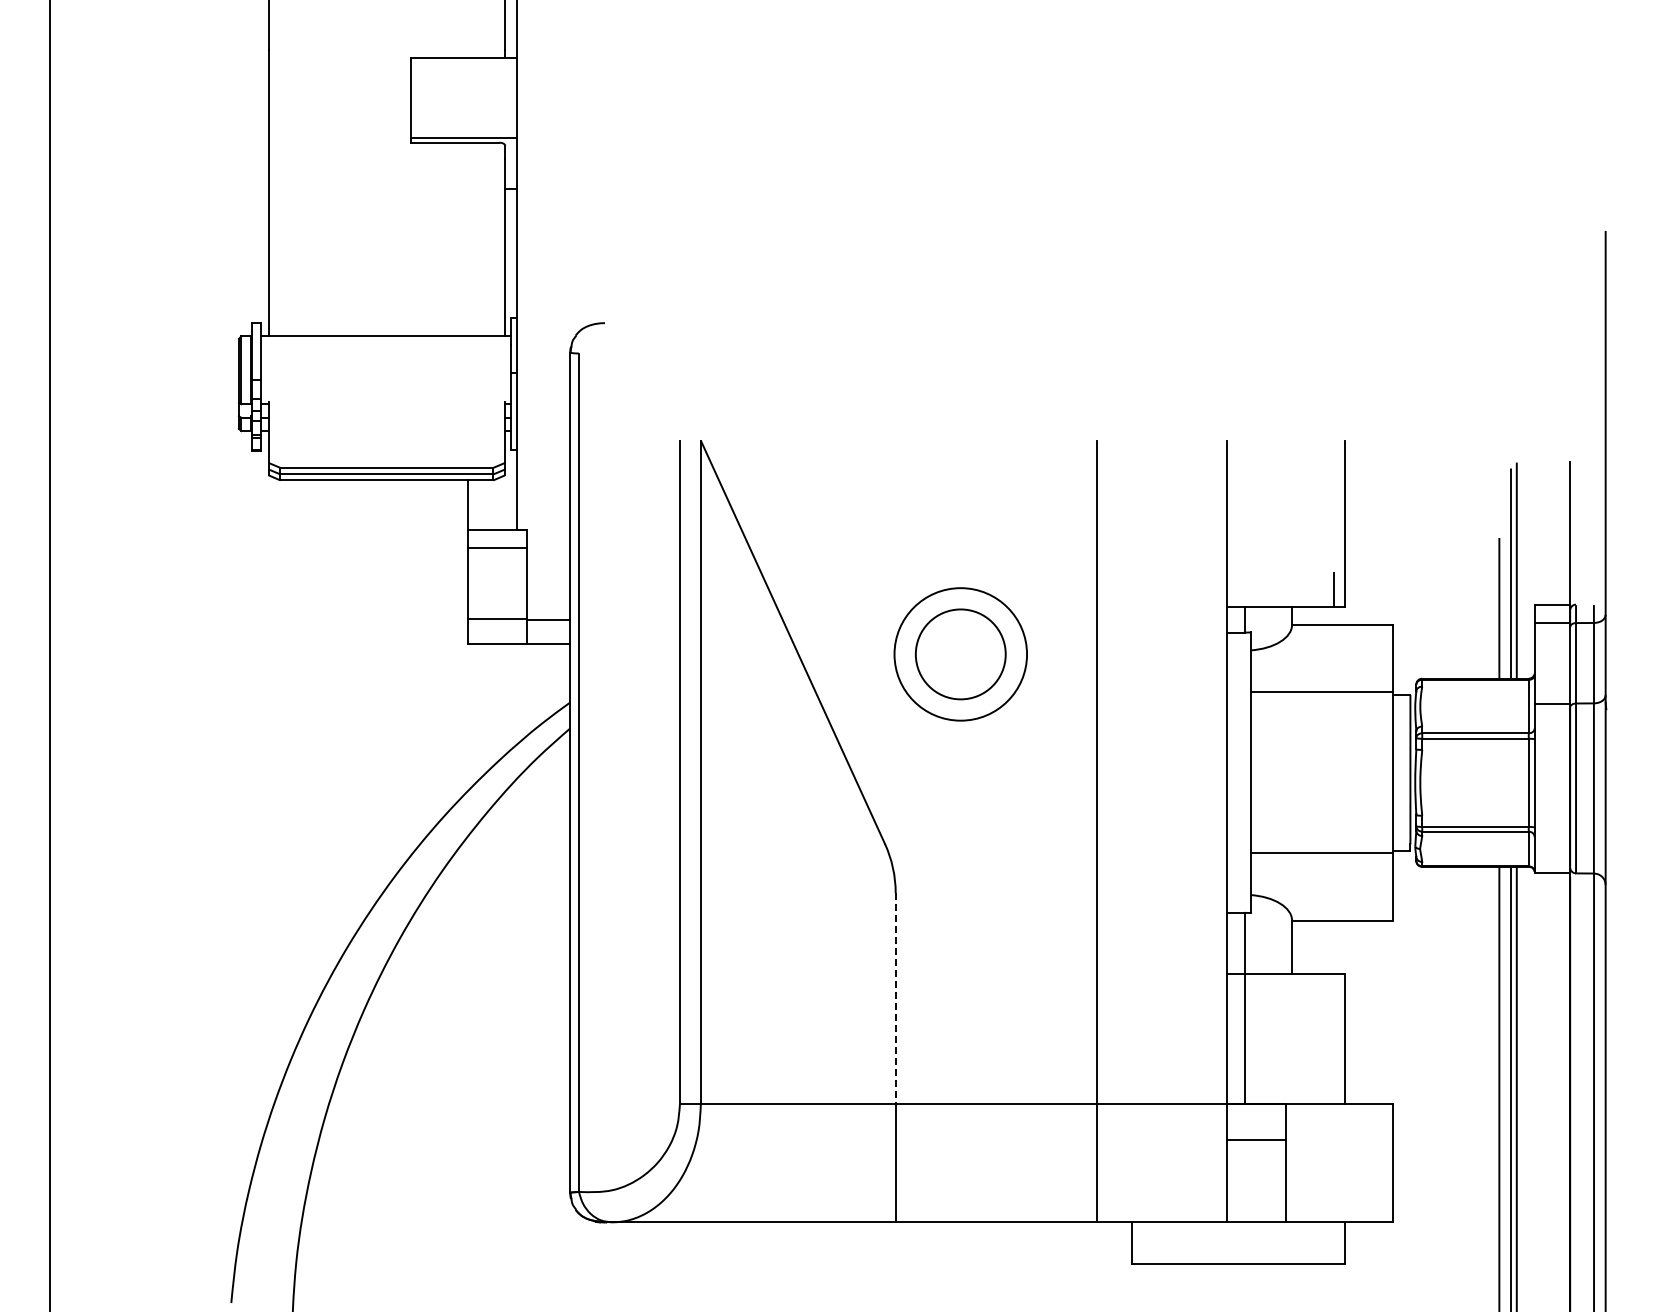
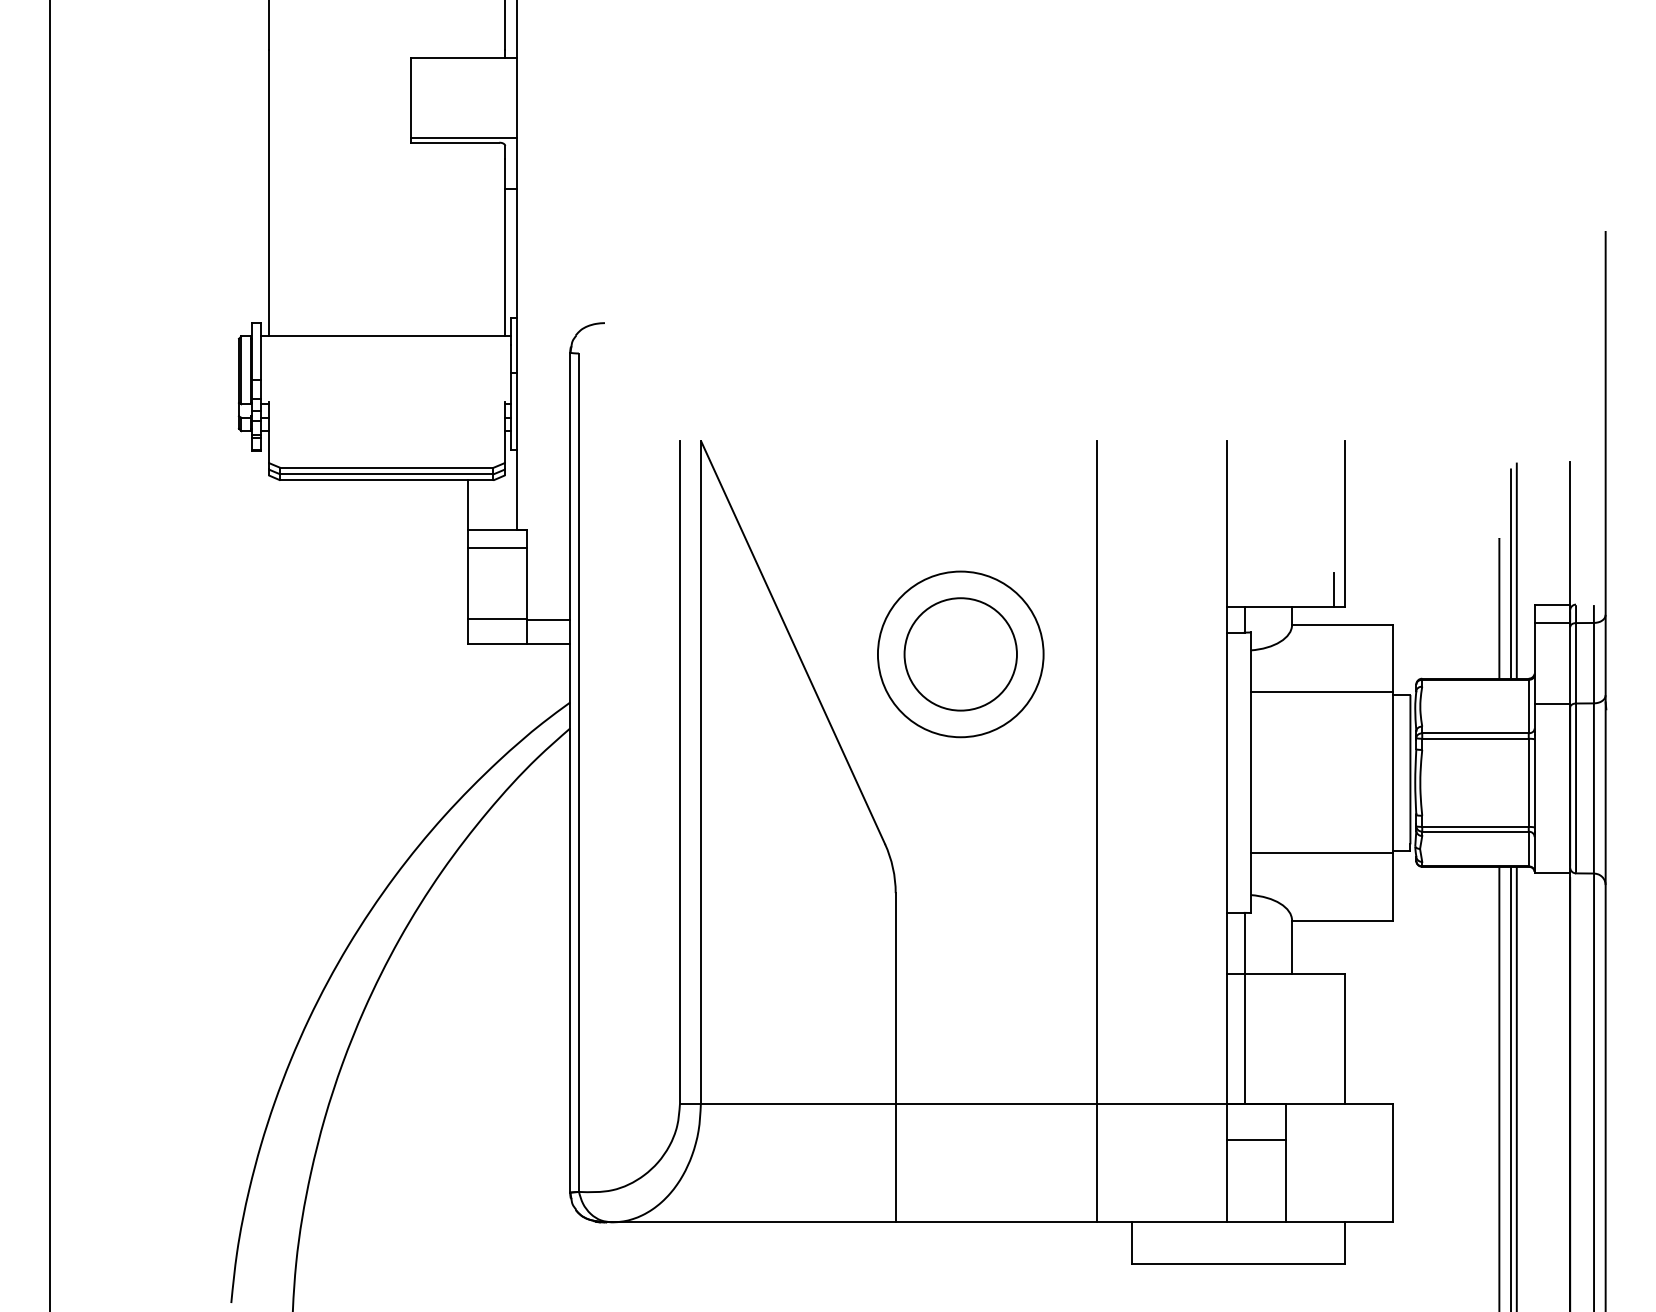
circle at (960, 654) diameter: 133 px -> 166 px
circle at (960, 654) diameter: 90 px -> 112 px
line at (895, 999): dashed -> solid
